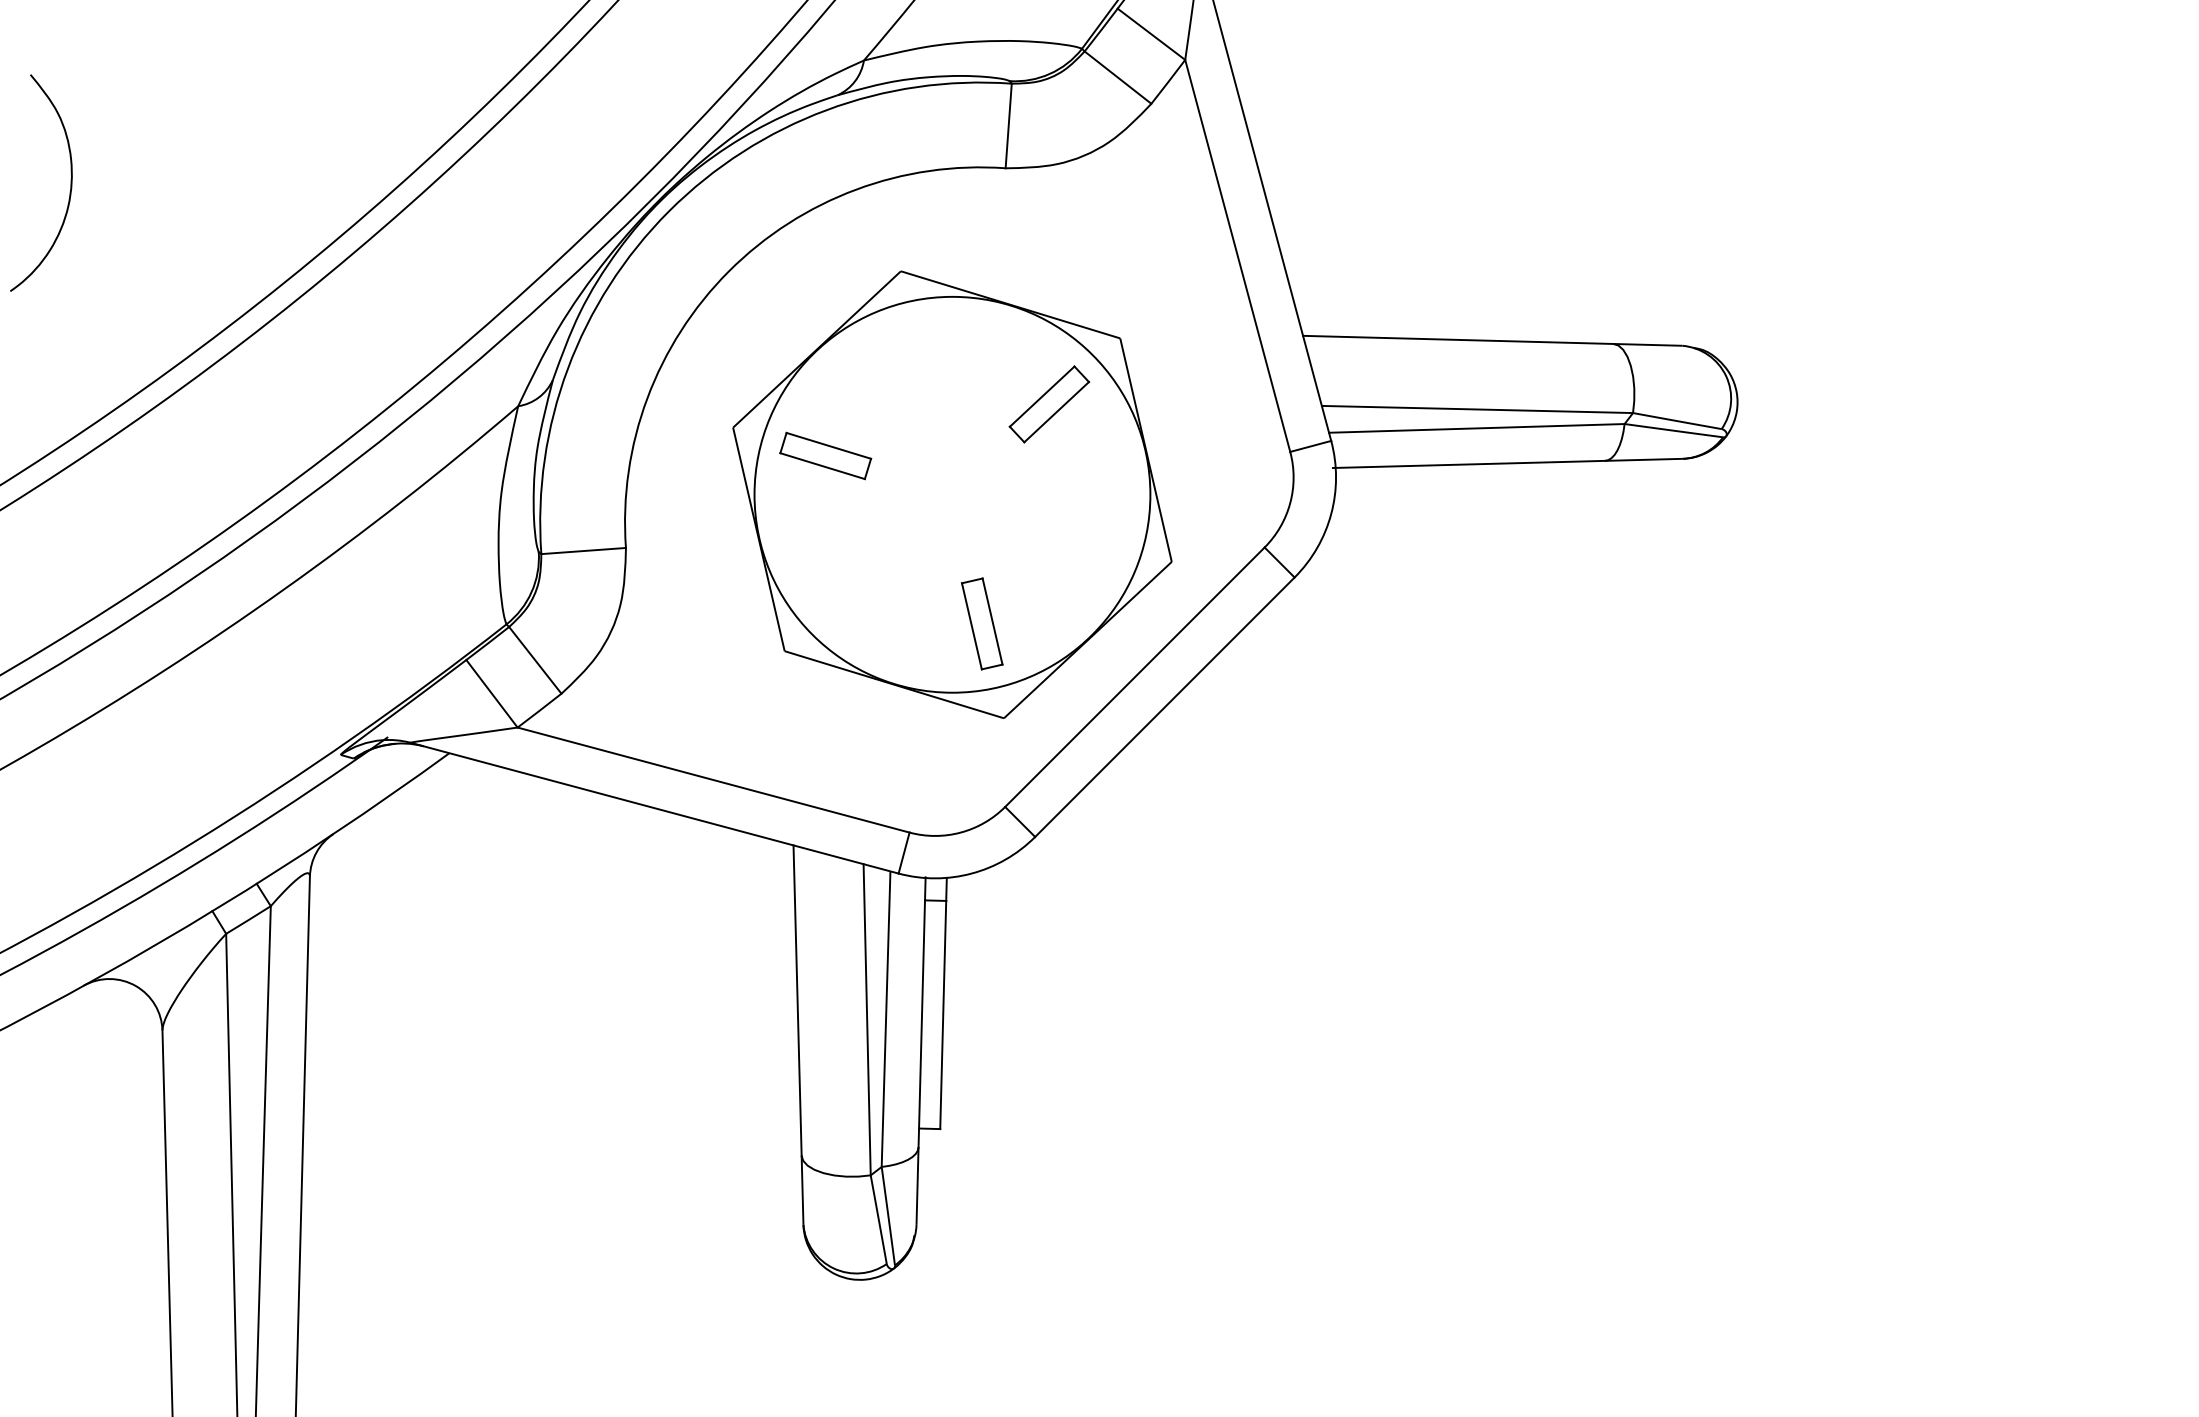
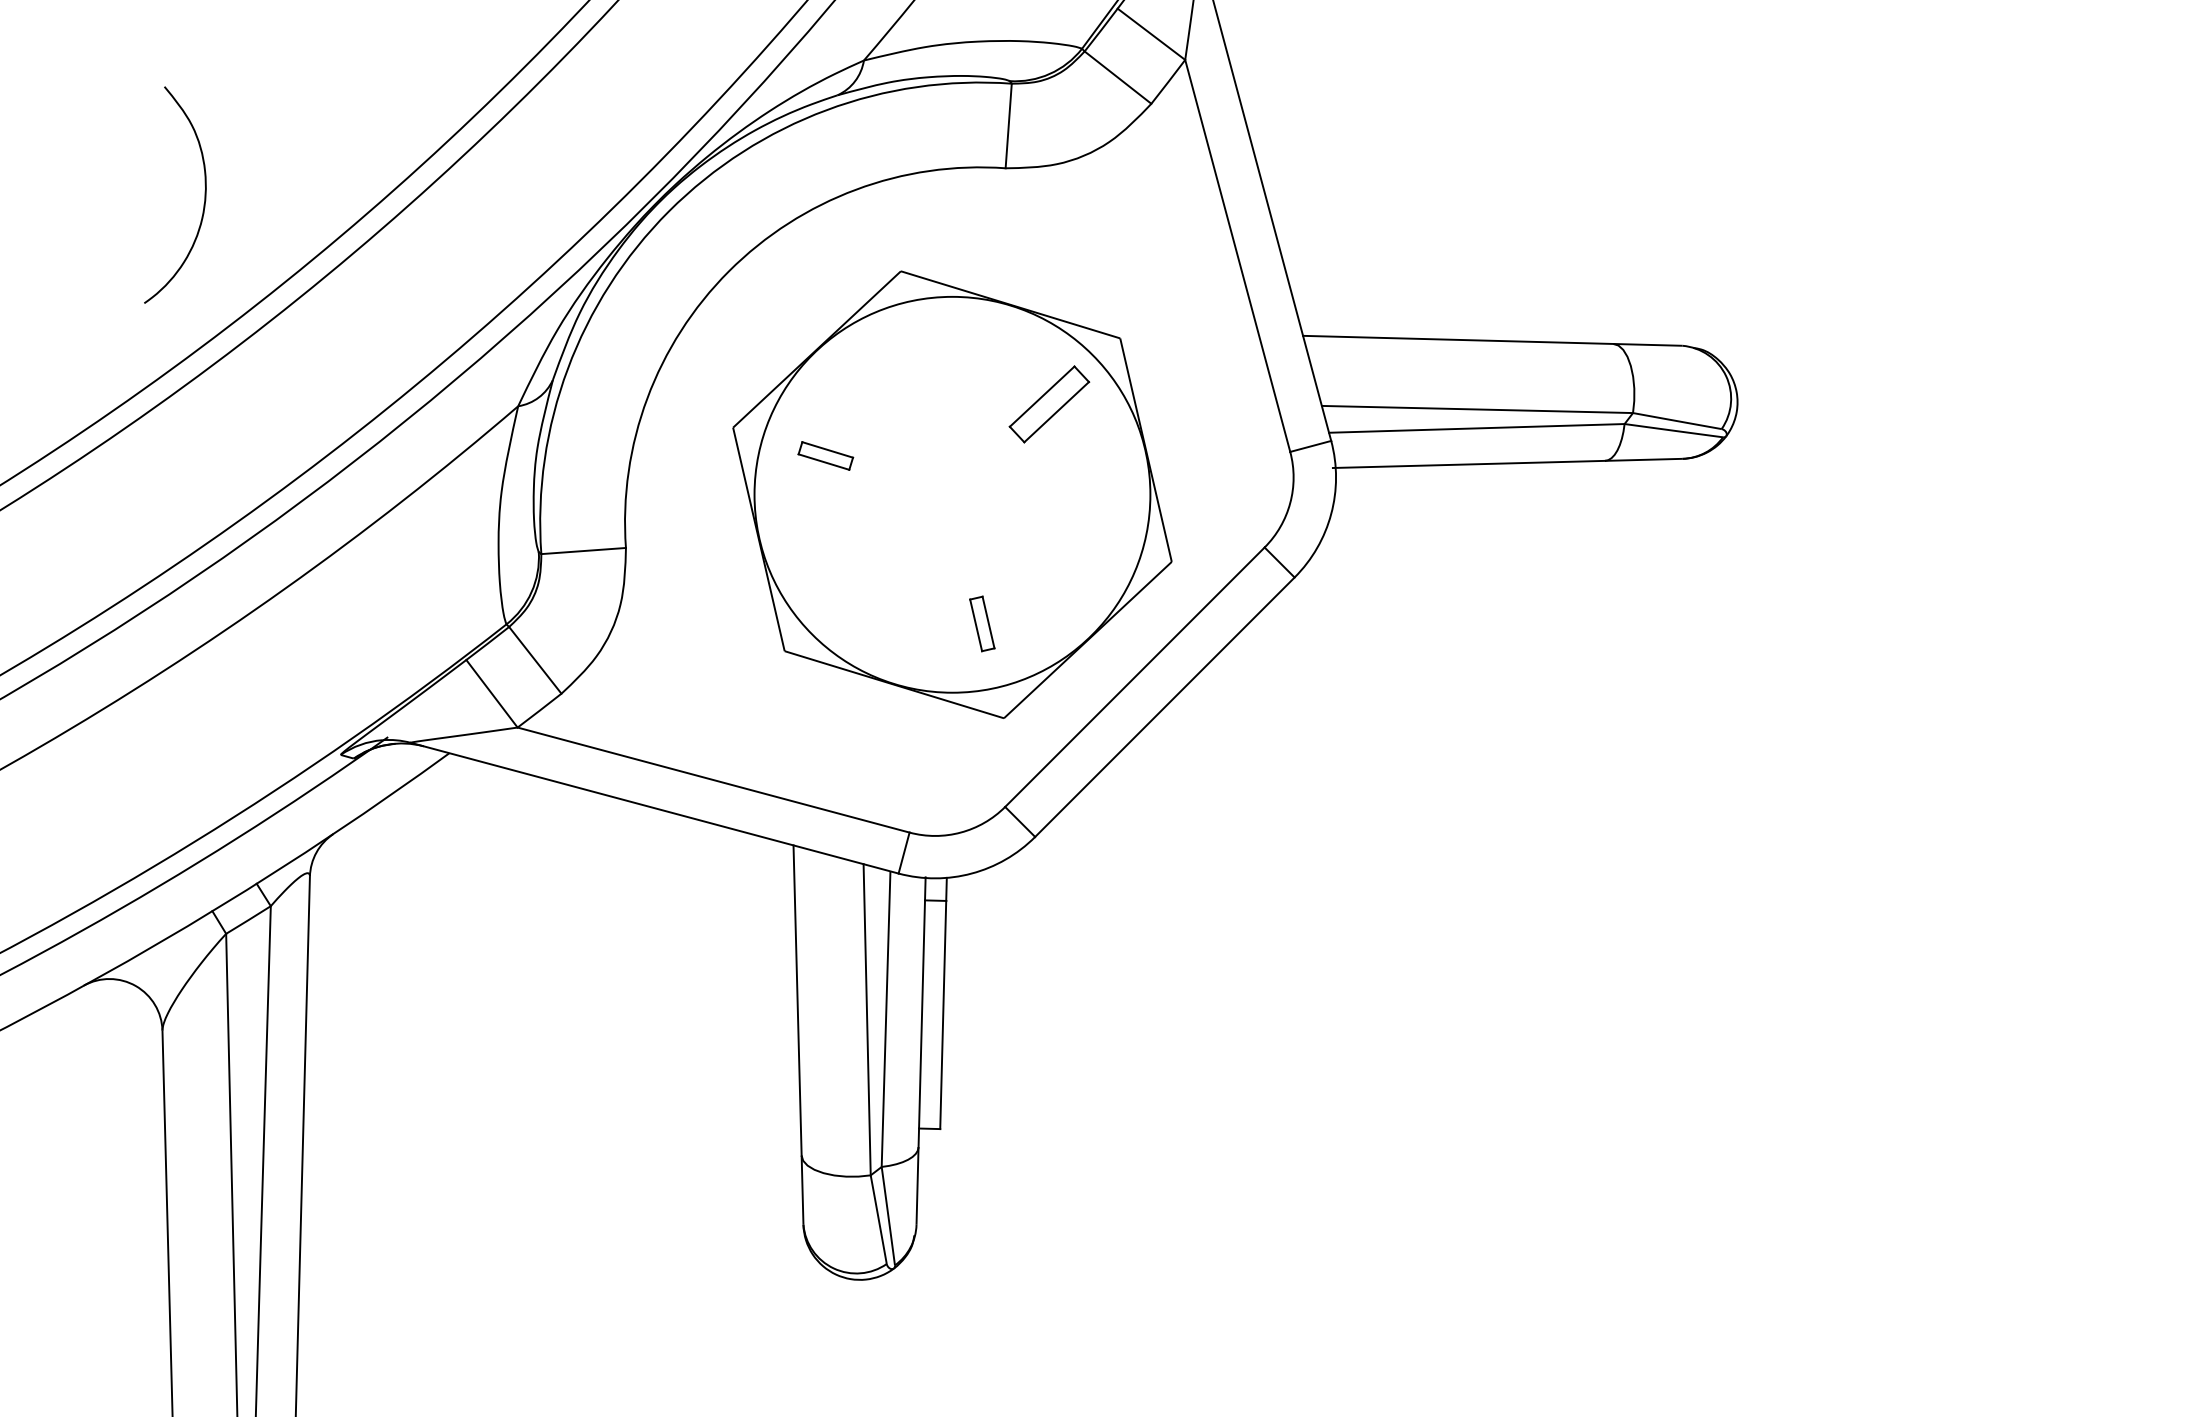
curve at (70, 182) position: (70, 182) -> (204, 194)
part at (825, 455) size: 94x50 px -> 58x30 px
part at (982, 623) size: 43x94 px -> 27x58 px
